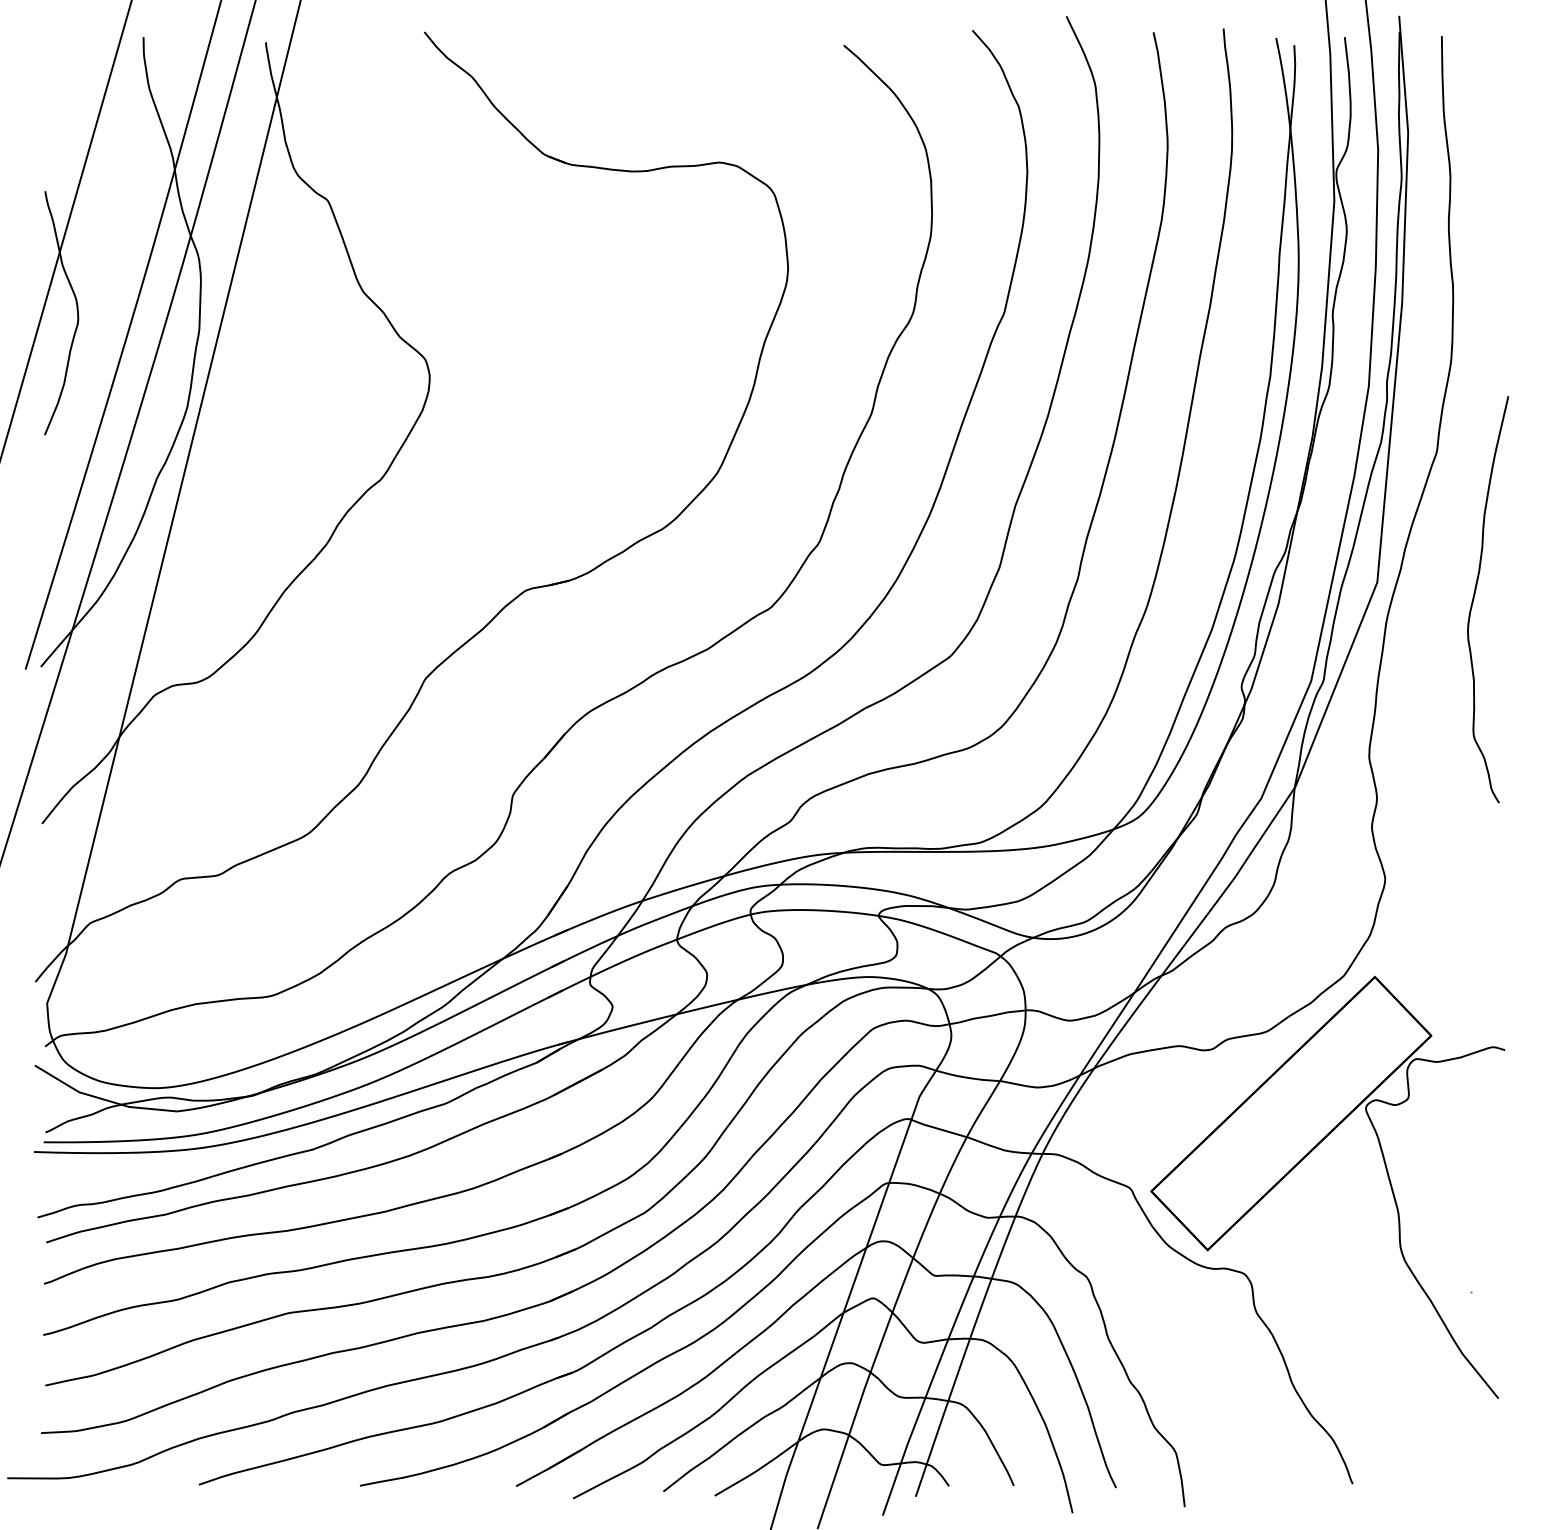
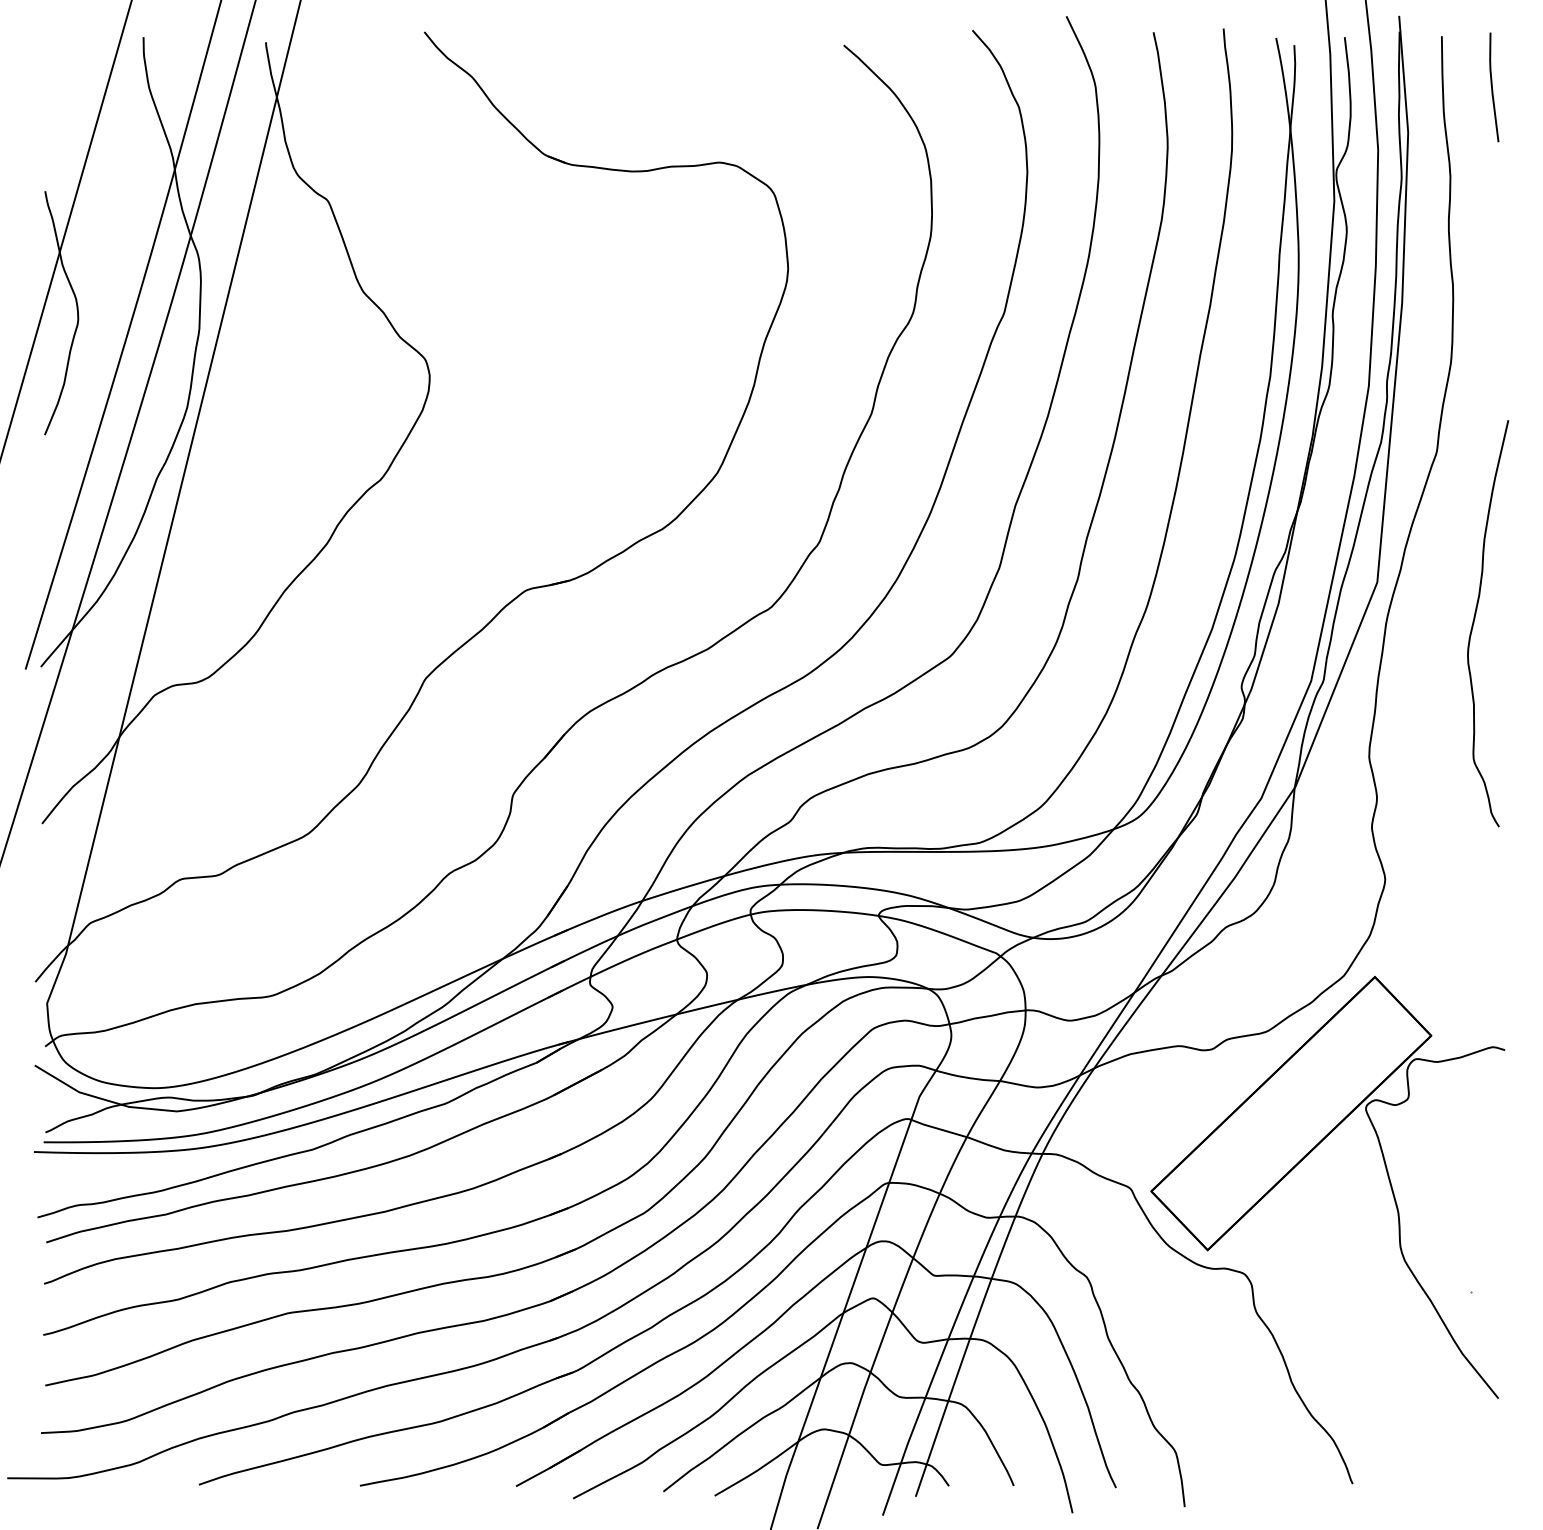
line at (1492, 87): none -> present
curve at (1475, 594) position: (1475, 594) -> (1475, 618)
